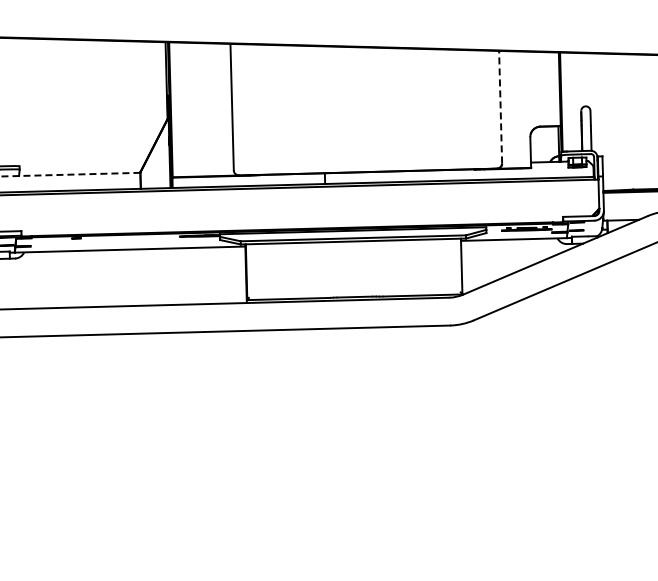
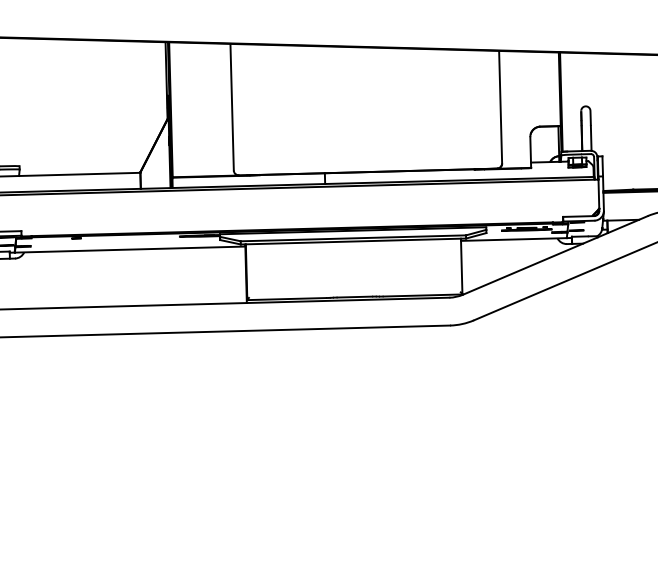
line at (500, 106): dashed -> solid
line at (70, 174): dashed -> solid
